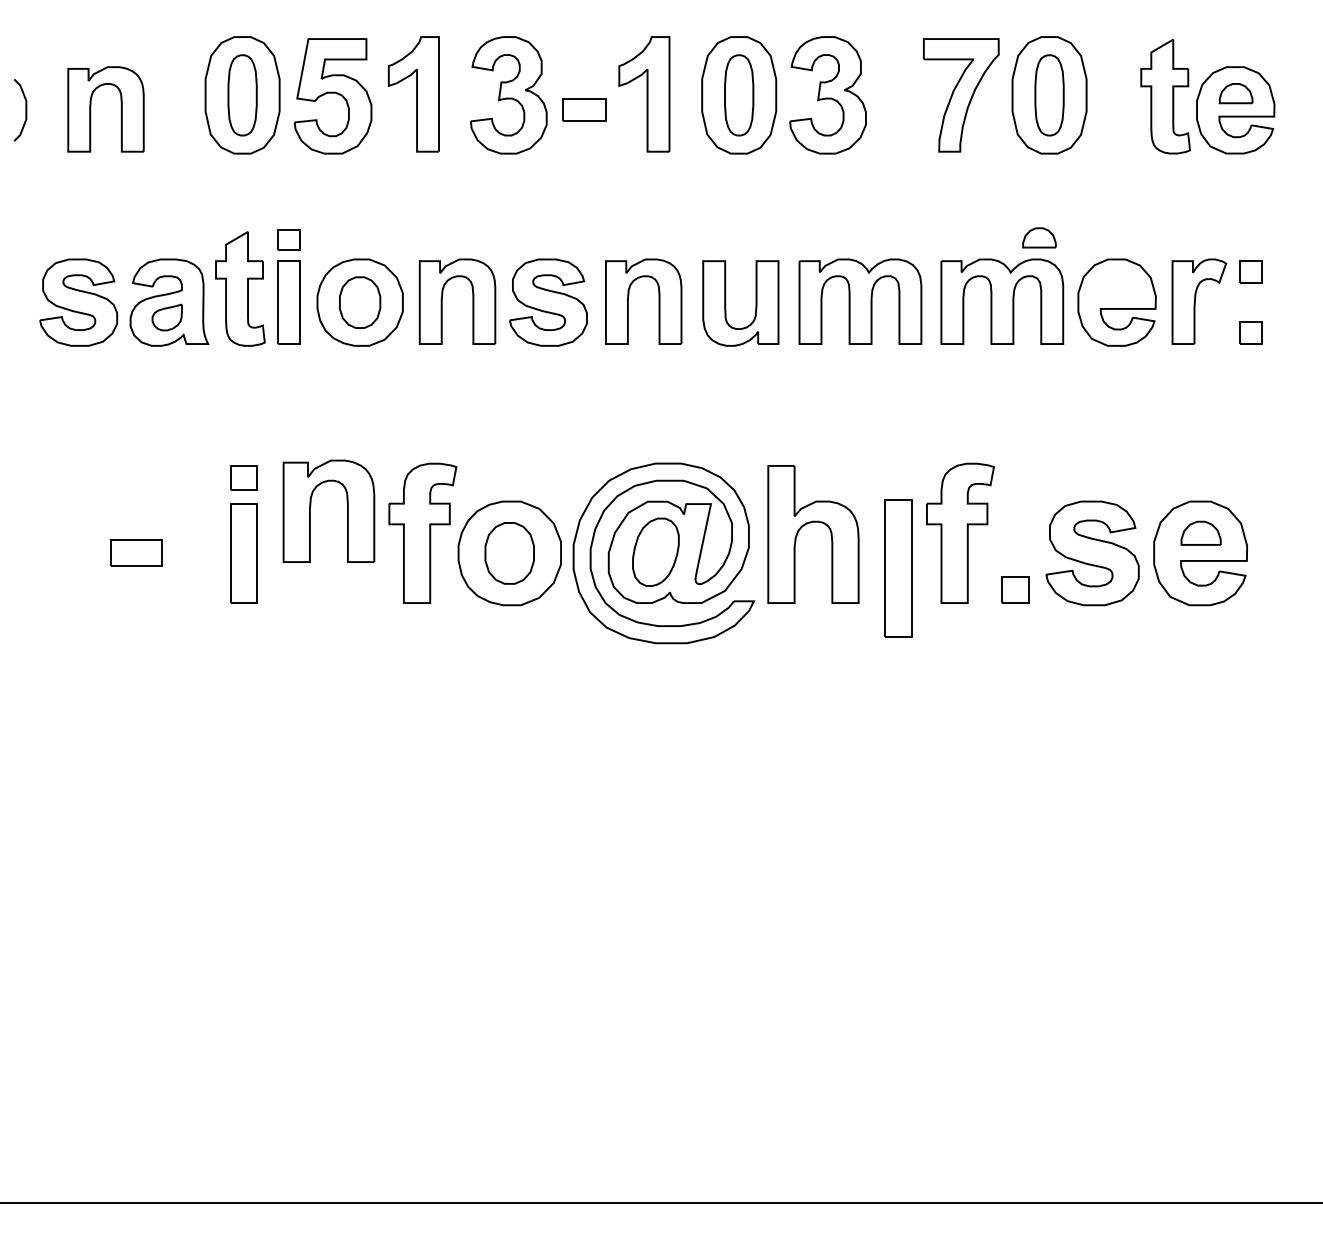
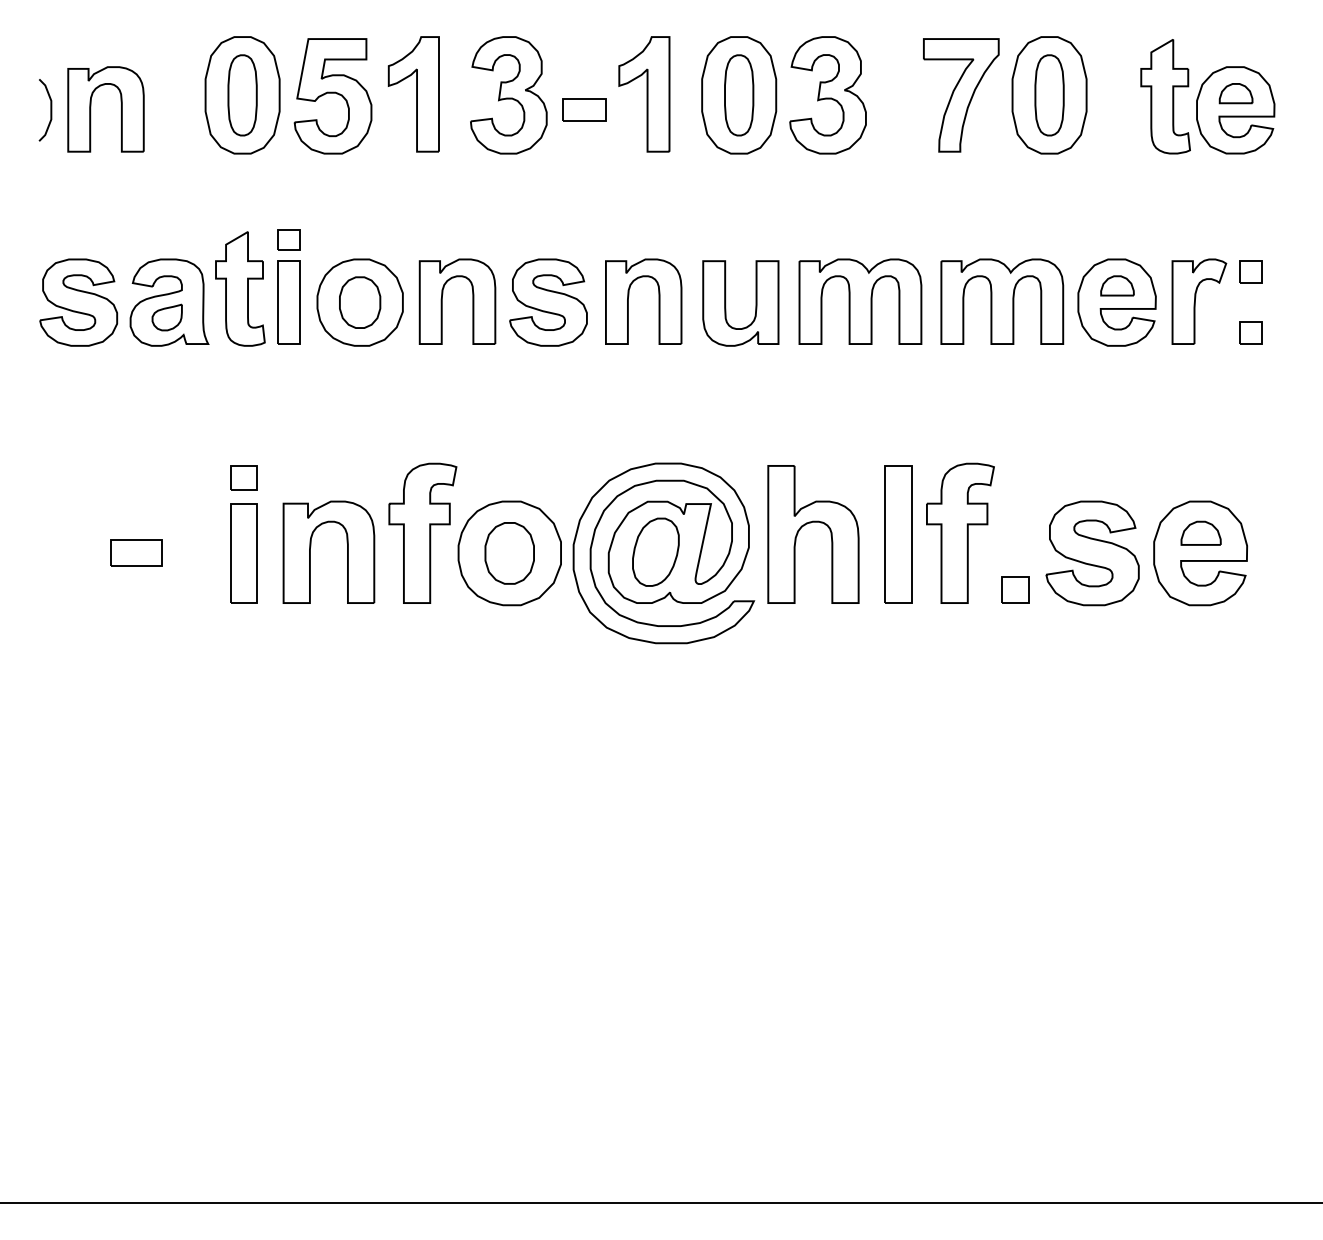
curve at (25, 110) position: (25, 110) -> (50, 110)
part at (1039, 237) position: (1039, 237) -> (1117, 285)
part at (311, 505) position: (311, 505) -> (311, 546)
part at (898, 568) position: (898, 568) -> (898, 534)
